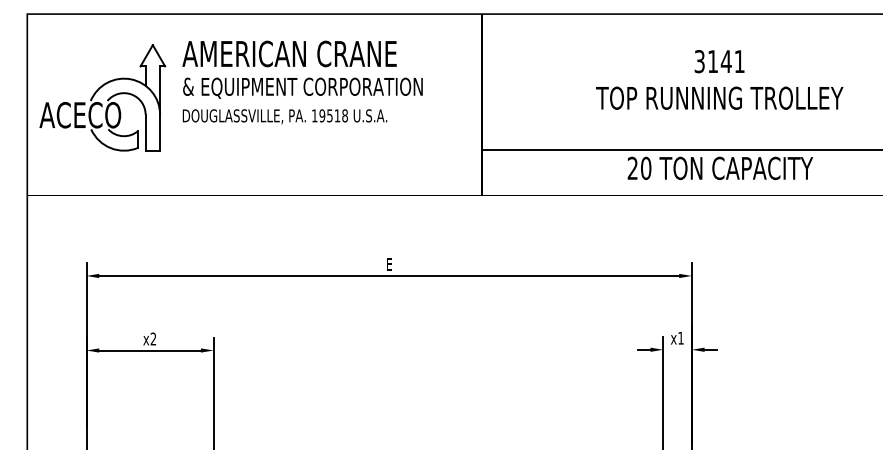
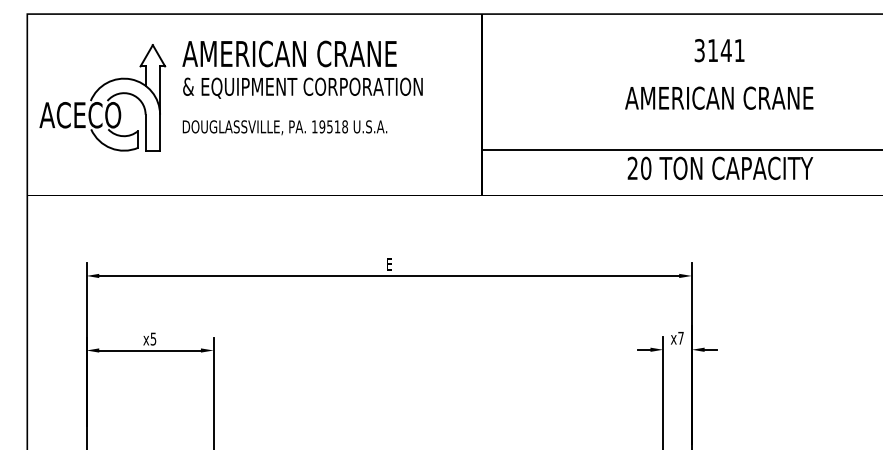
text at (719, 61) position: (719, 61) -> (719, 50)
text at (719, 97): TOP RUNNING TROLLEY -> AMERICAN CRANE
text at (284, 116) position: (284, 116) -> (284, 127)
text at (153, 338): x2 -> x5
text at (680, 338): x1 -> x7
